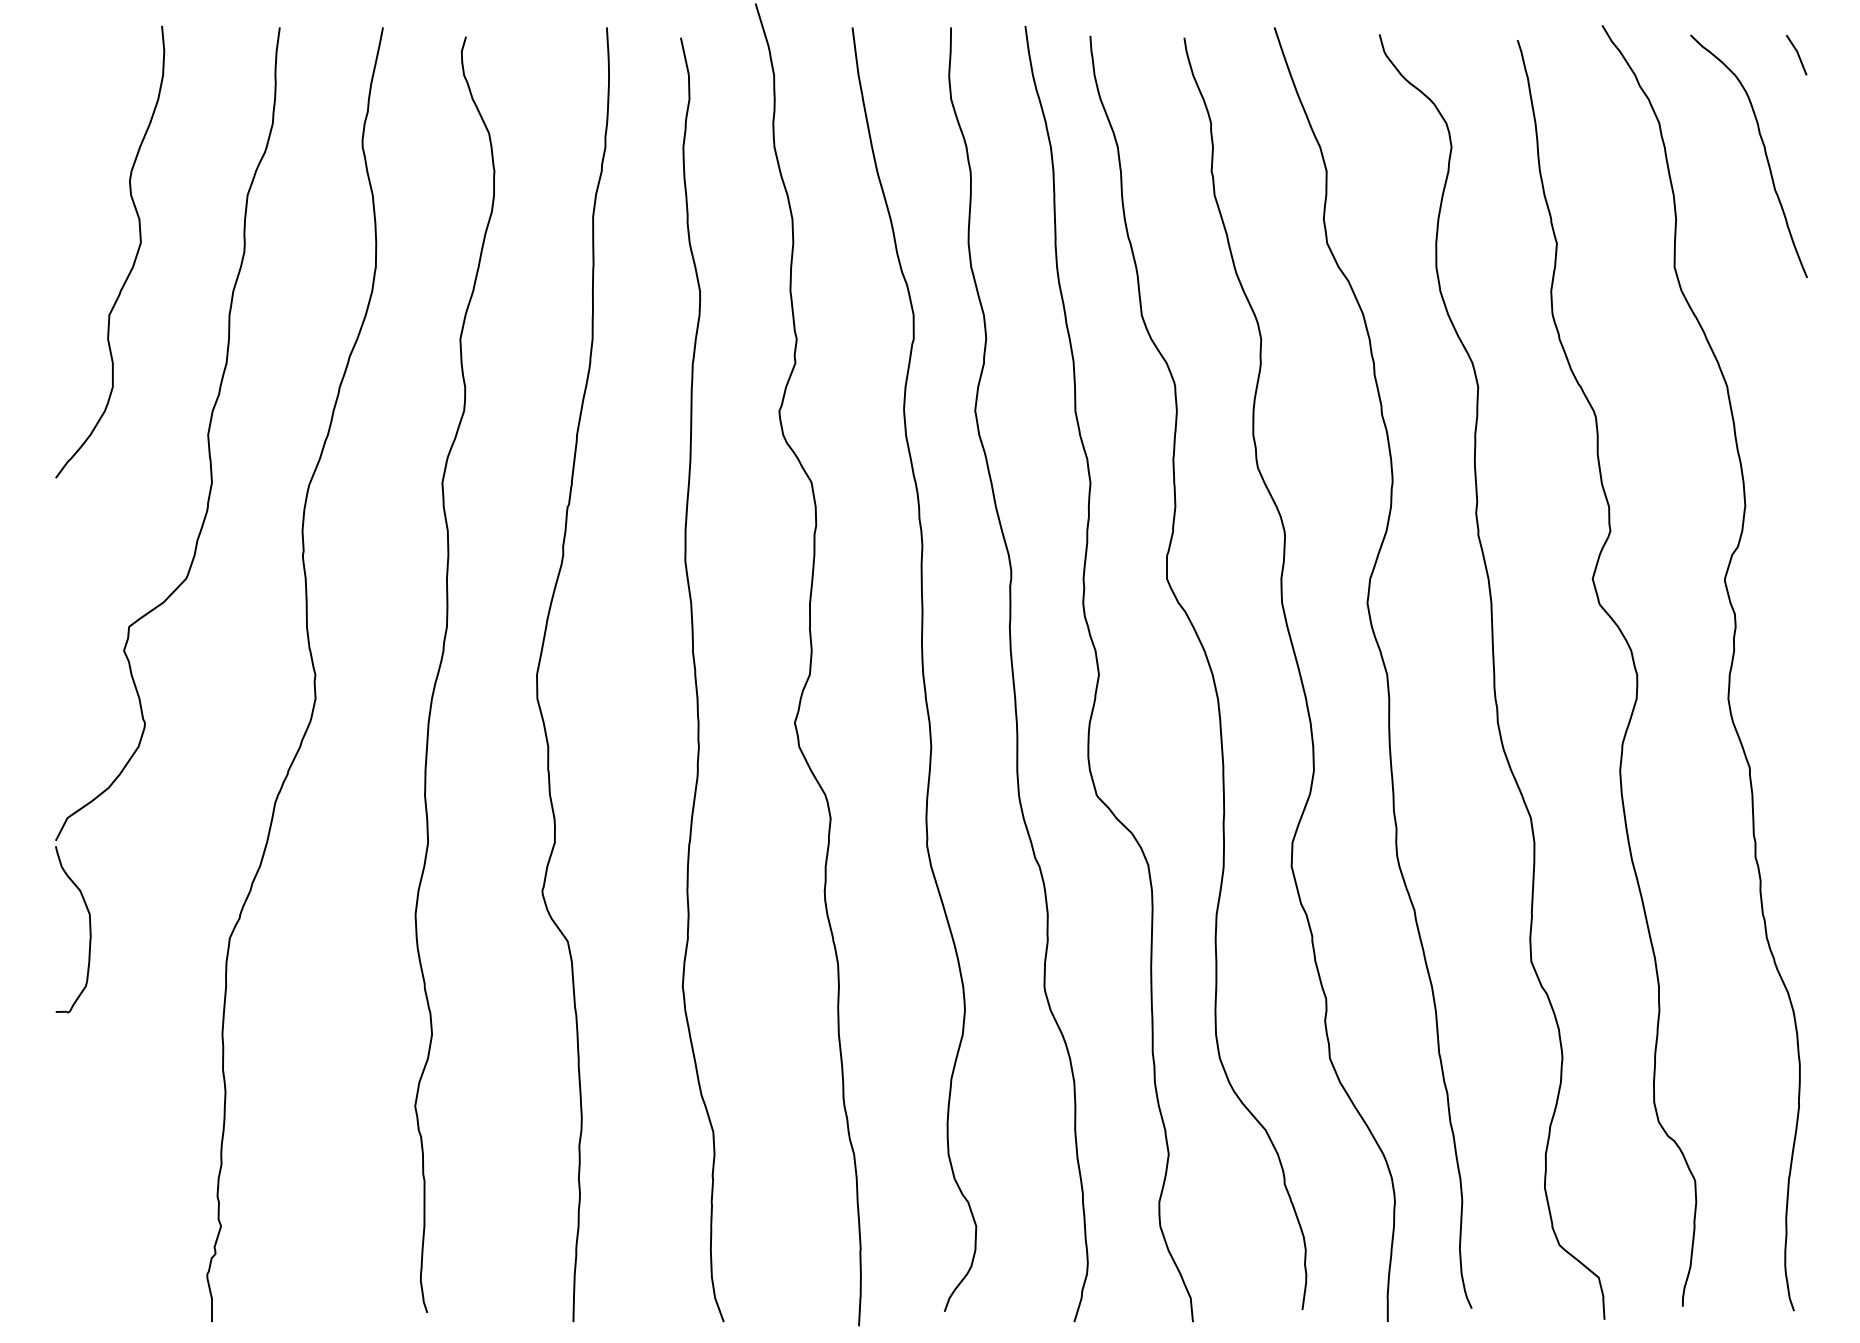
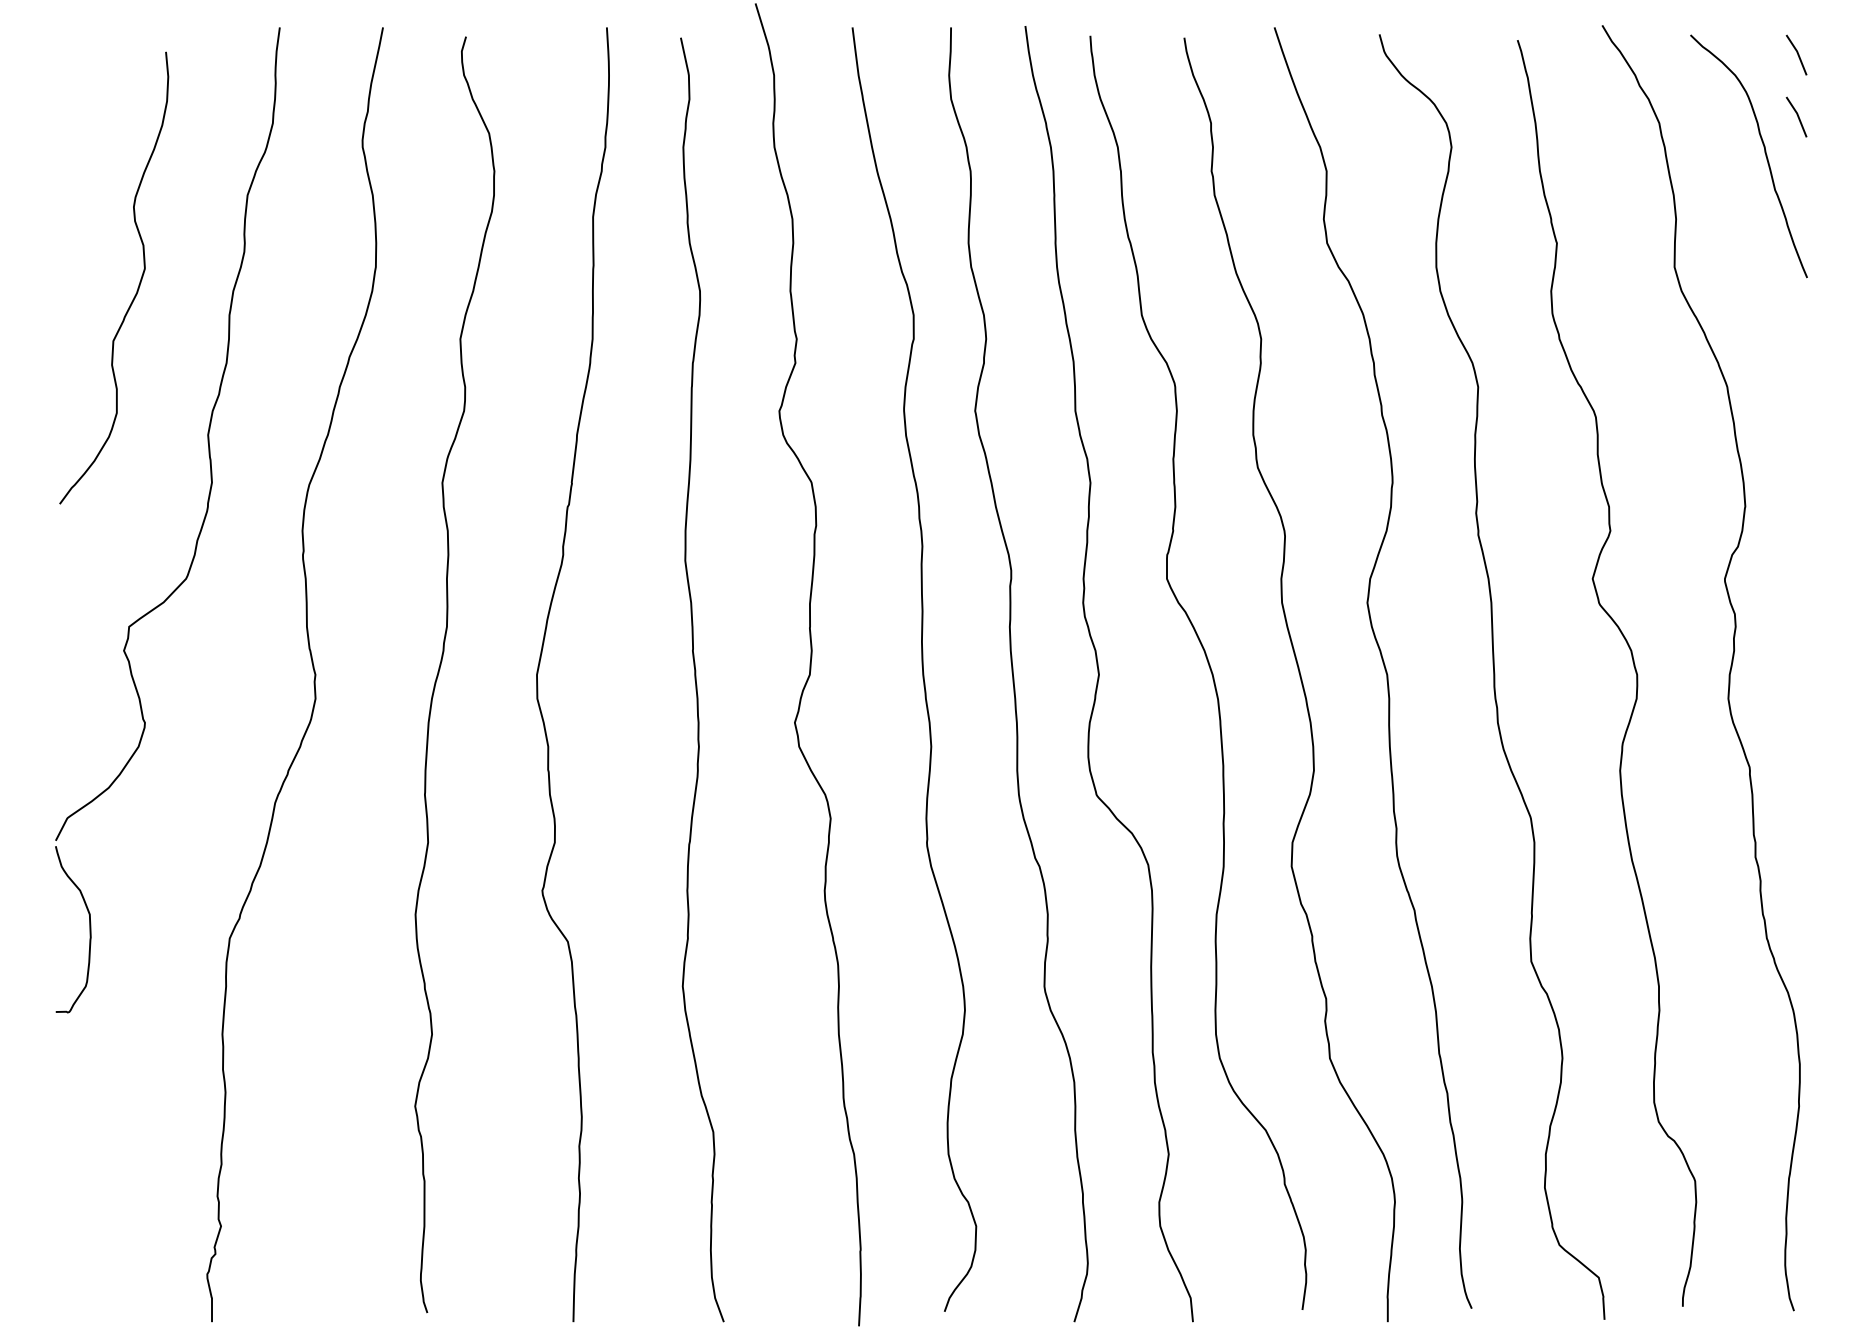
line at (1797, 116): none -> present
curve at (134, 258) position: (134, 258) -> (138, 284)
